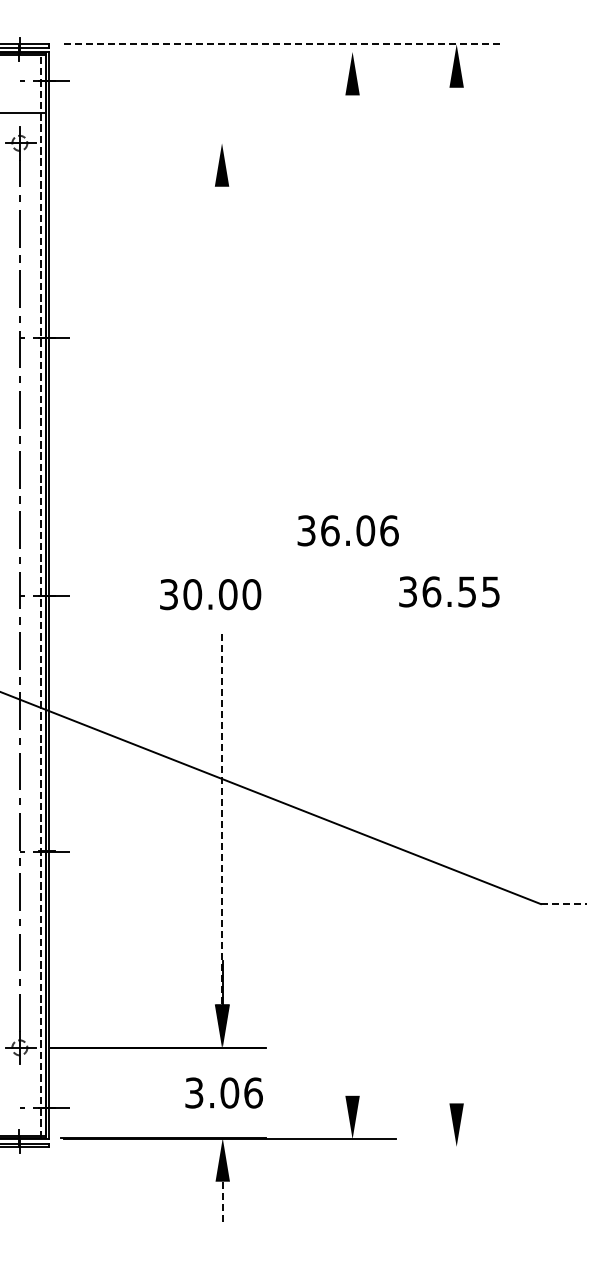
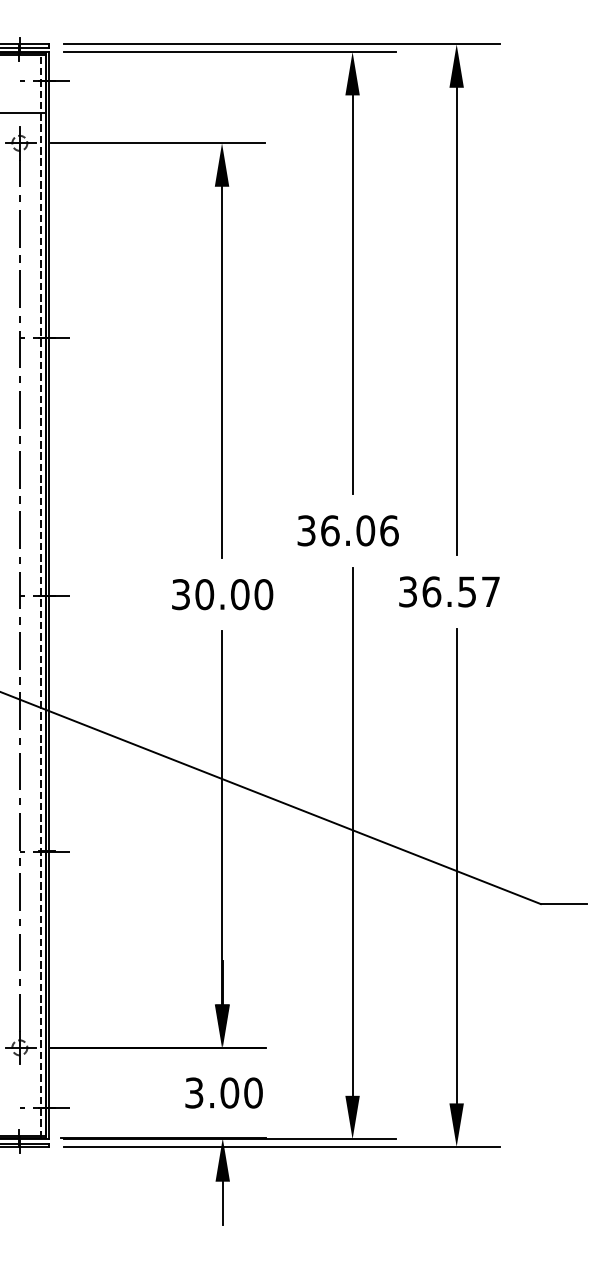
line at (282, 44): dashed -> solid
line at (230, 52): none -> present
line at (158, 143): none -> present
line at (352, 294): none -> present
line at (456, 321): none -> present
line at (222, 371): none -> present
text at (490, 591): 36.55 -> 36.57
text at (210, 594) position: (210, 594) -> (222, 594)
line at (222, 817): dashed -> solid
line at (352, 831): none -> present
line at (456, 865): none -> present
line at (563, 904): dashed -> solid
text at (253, 1092): 3.06 -> 3.00
line at (282, 1146): none -> present
line at (222, 1203): dashed -> solid
